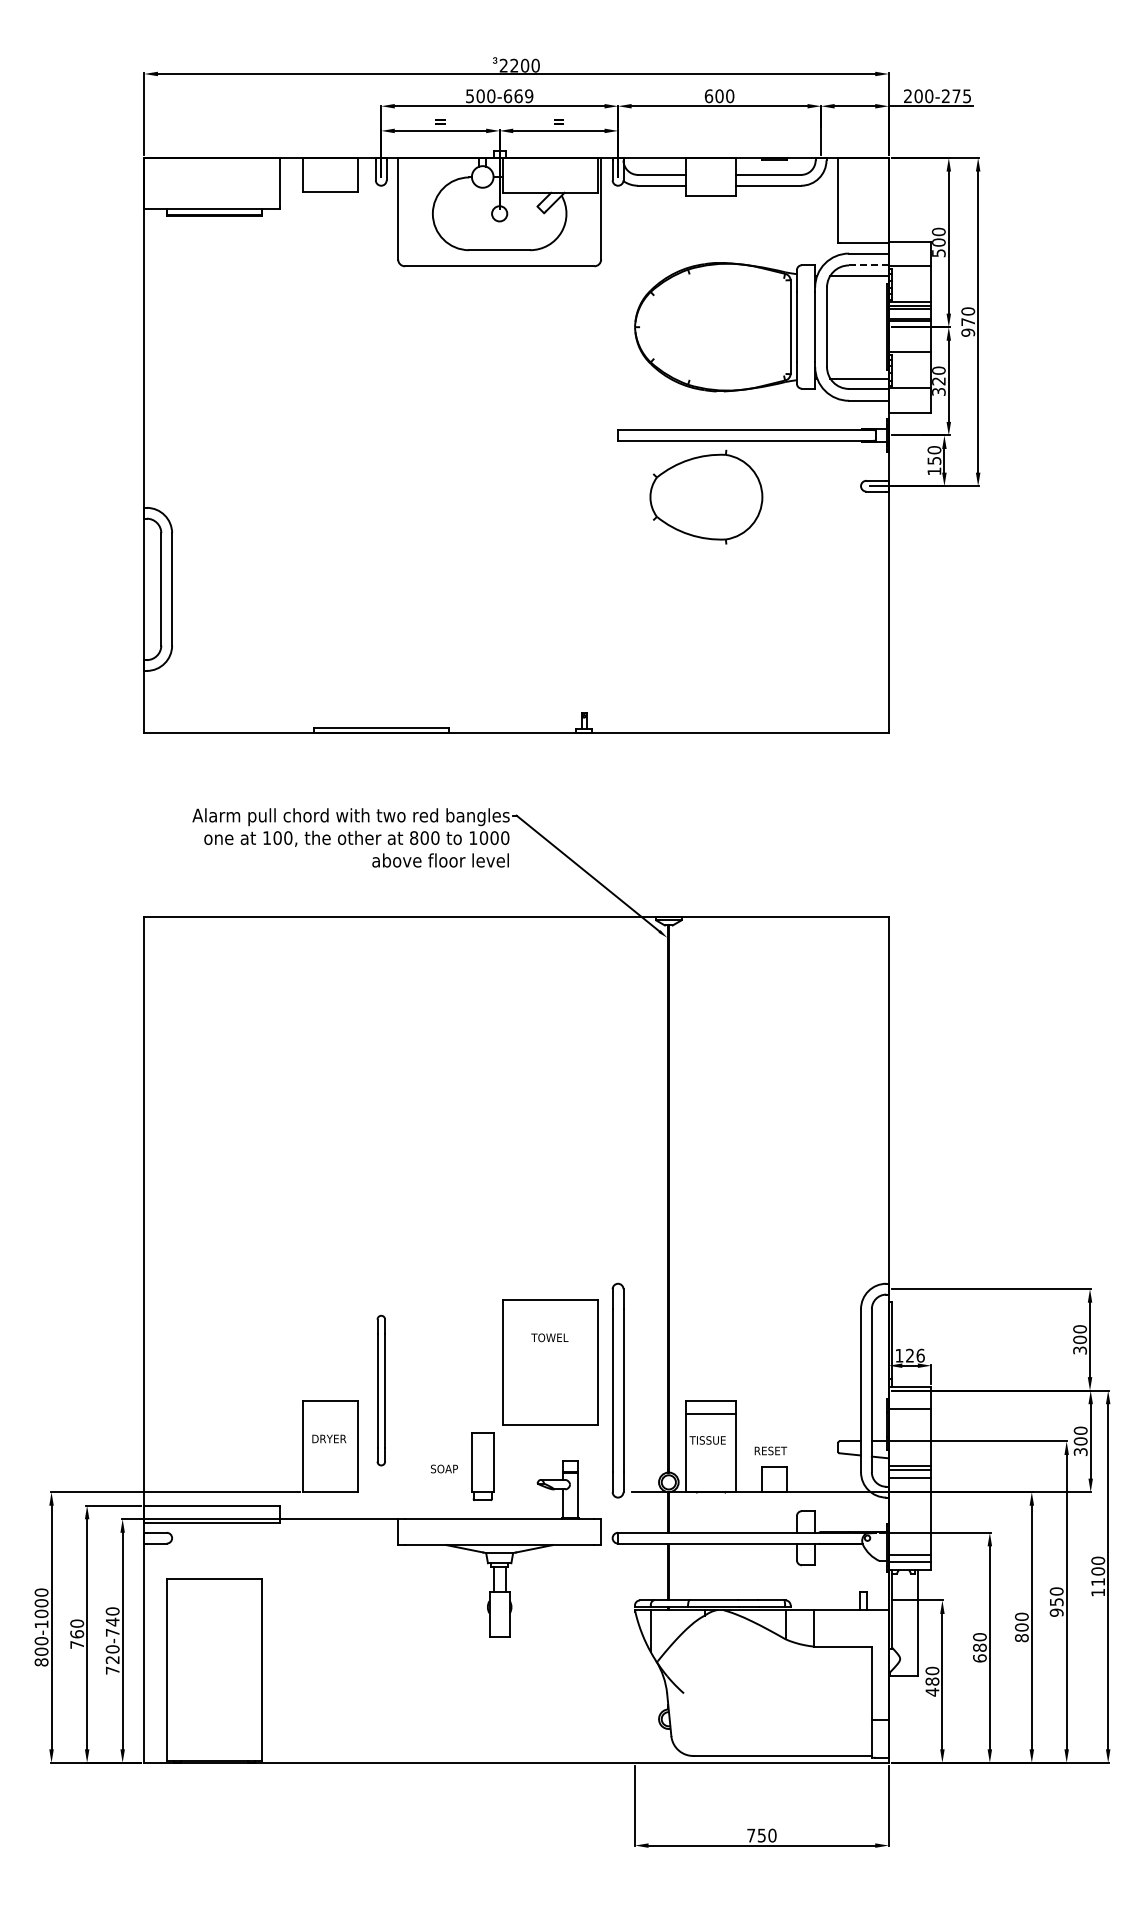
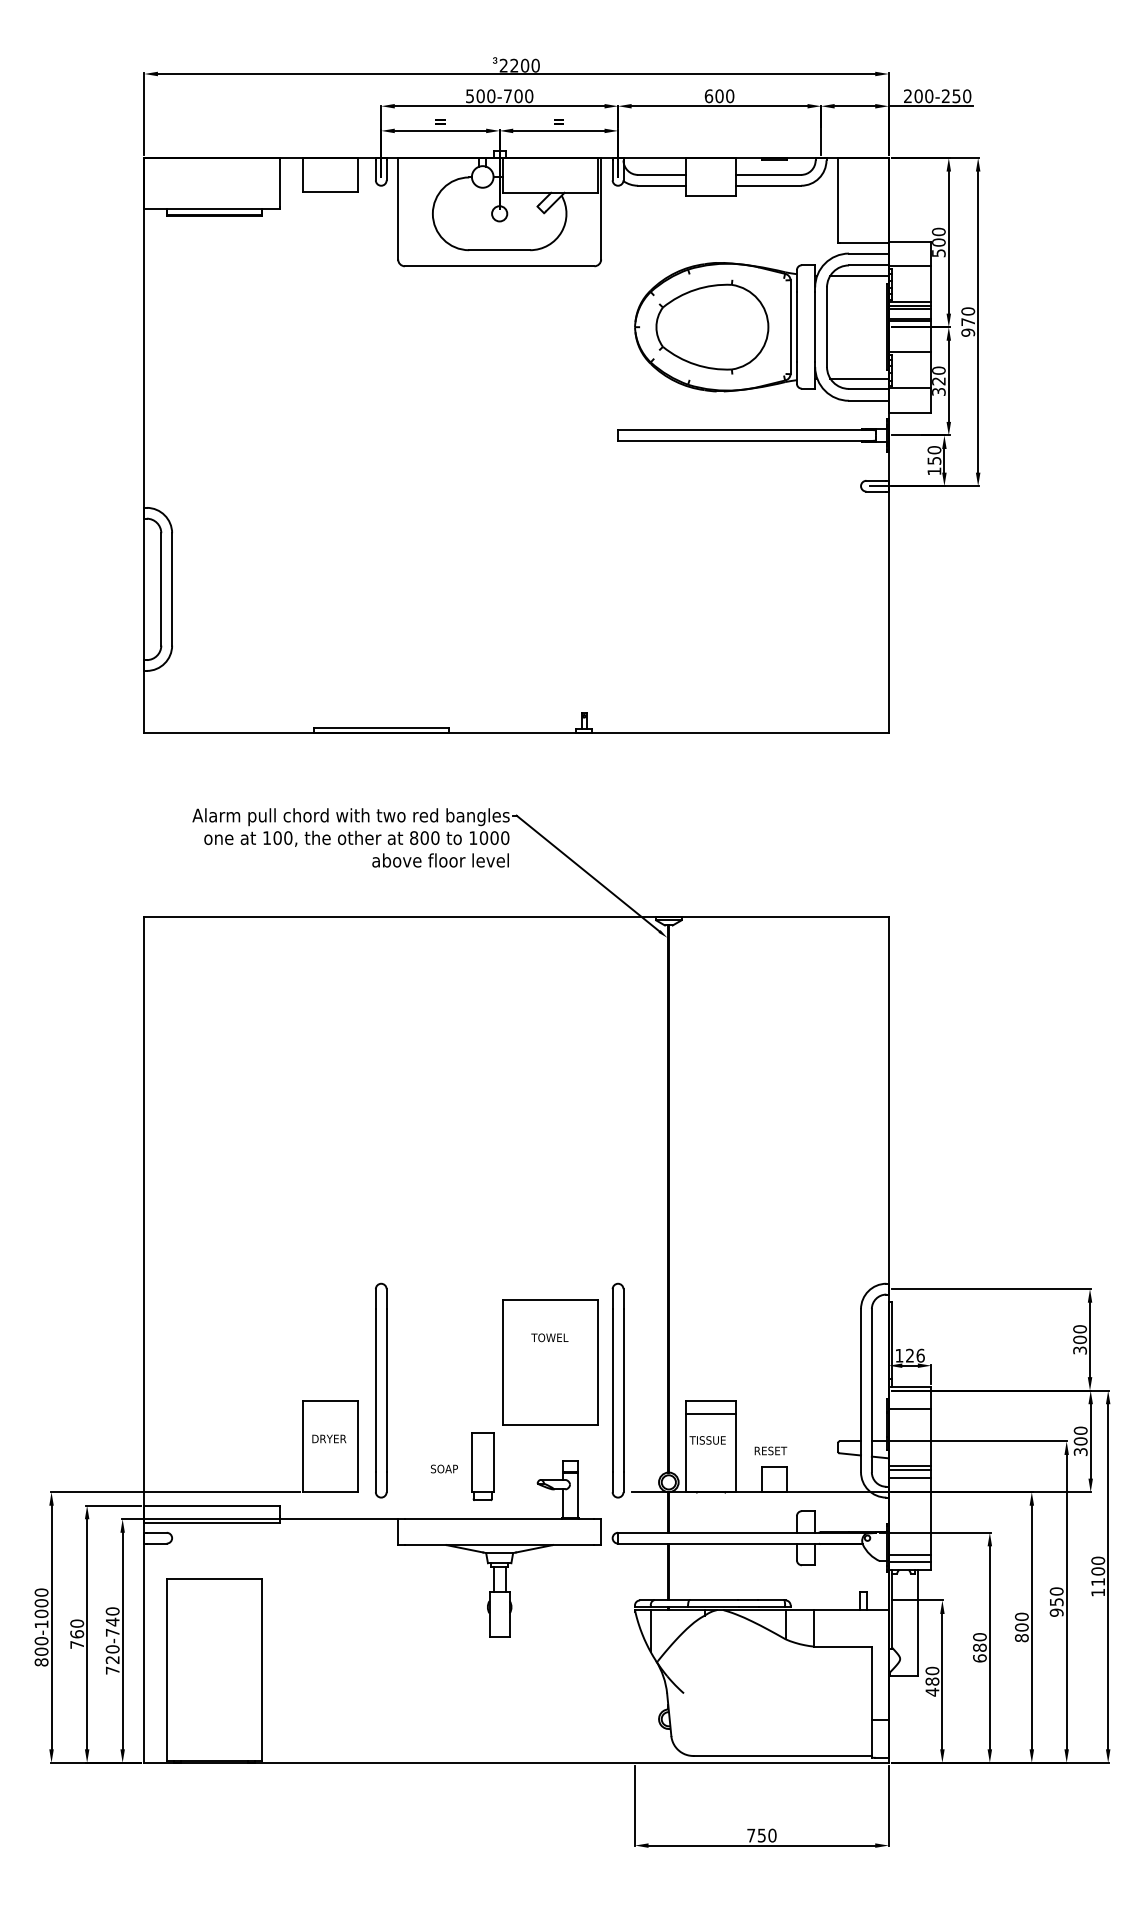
text at (518, 96): 500-669 -> 500-700
text at (961, 96): 200-275 -> 200-250
line at (868, 265): dashed -> solid
part at (706, 496) position: (706, 496) -> (712, 326)
part at (380, 1390) size: 10x153 px -> 13x217 px
